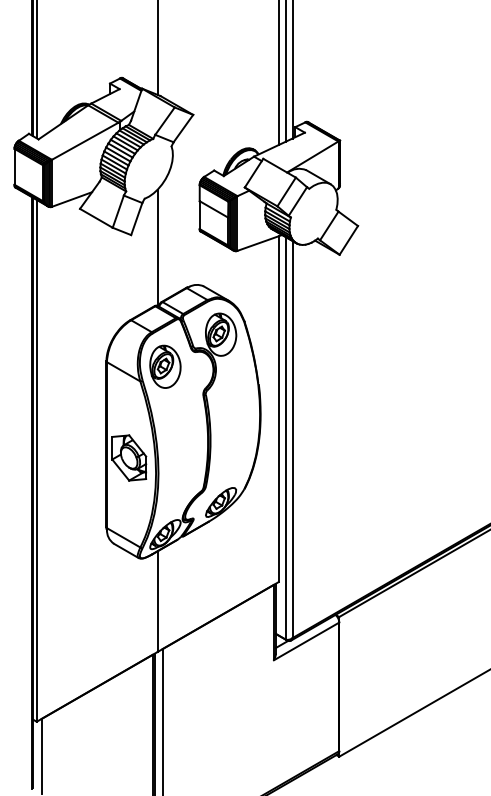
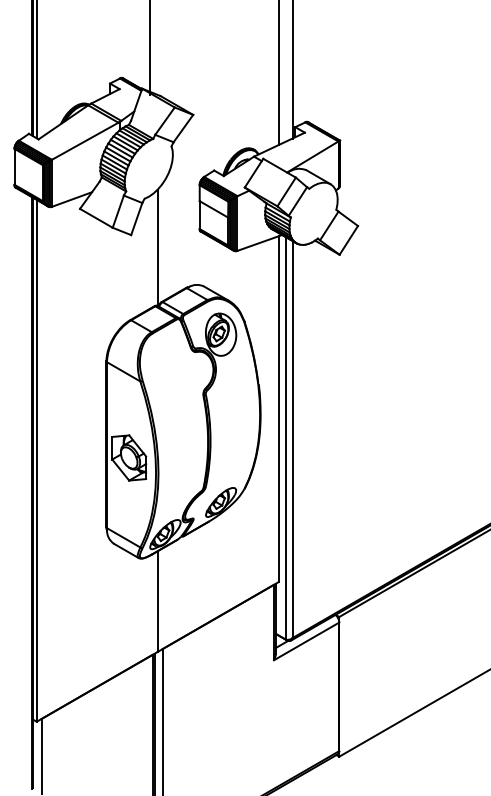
line at (157, 48) position: (157, 48) -> (149, 48)
line at (285, 71): present -> none
part at (165, 366): present -> none
